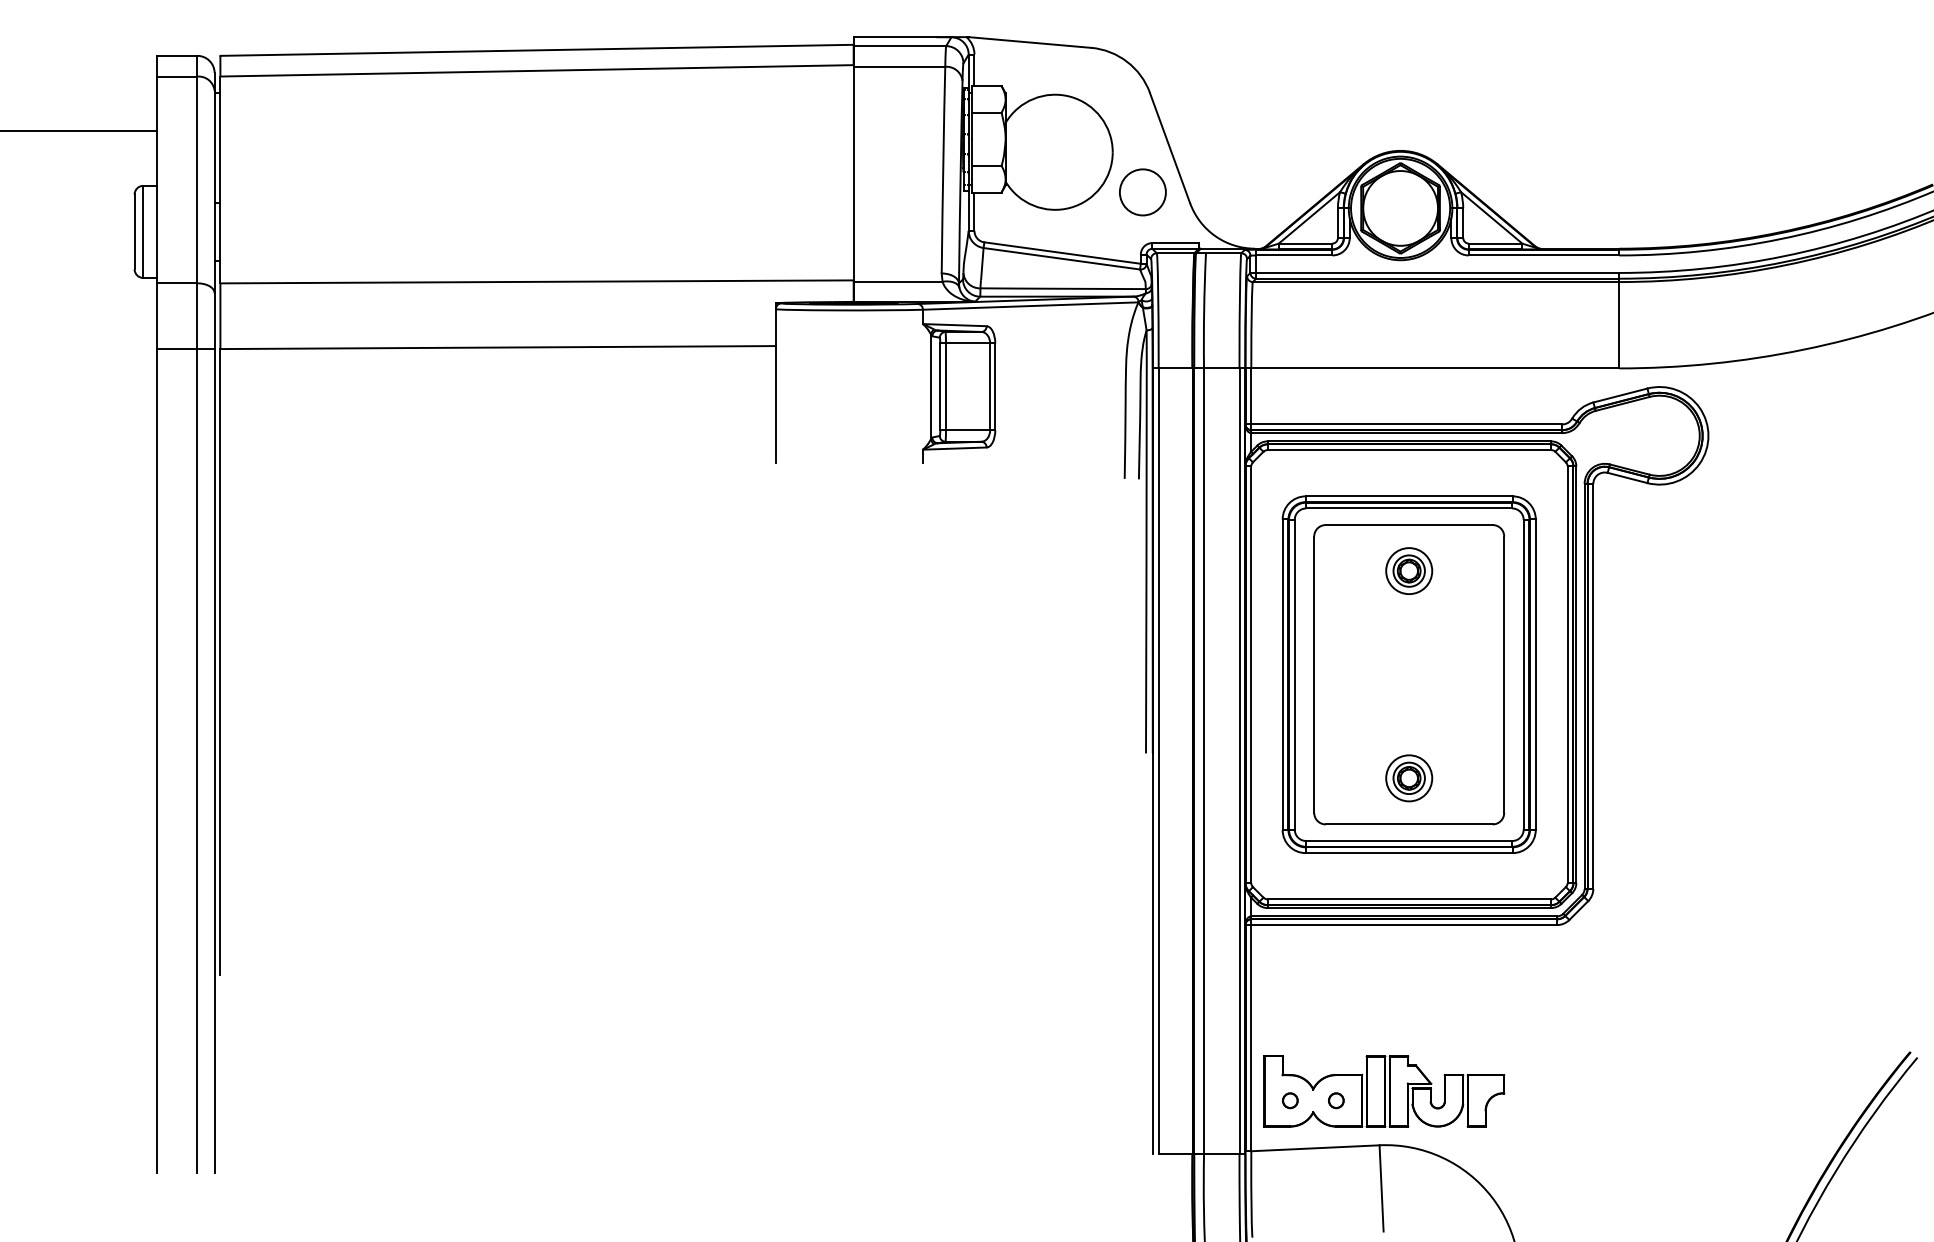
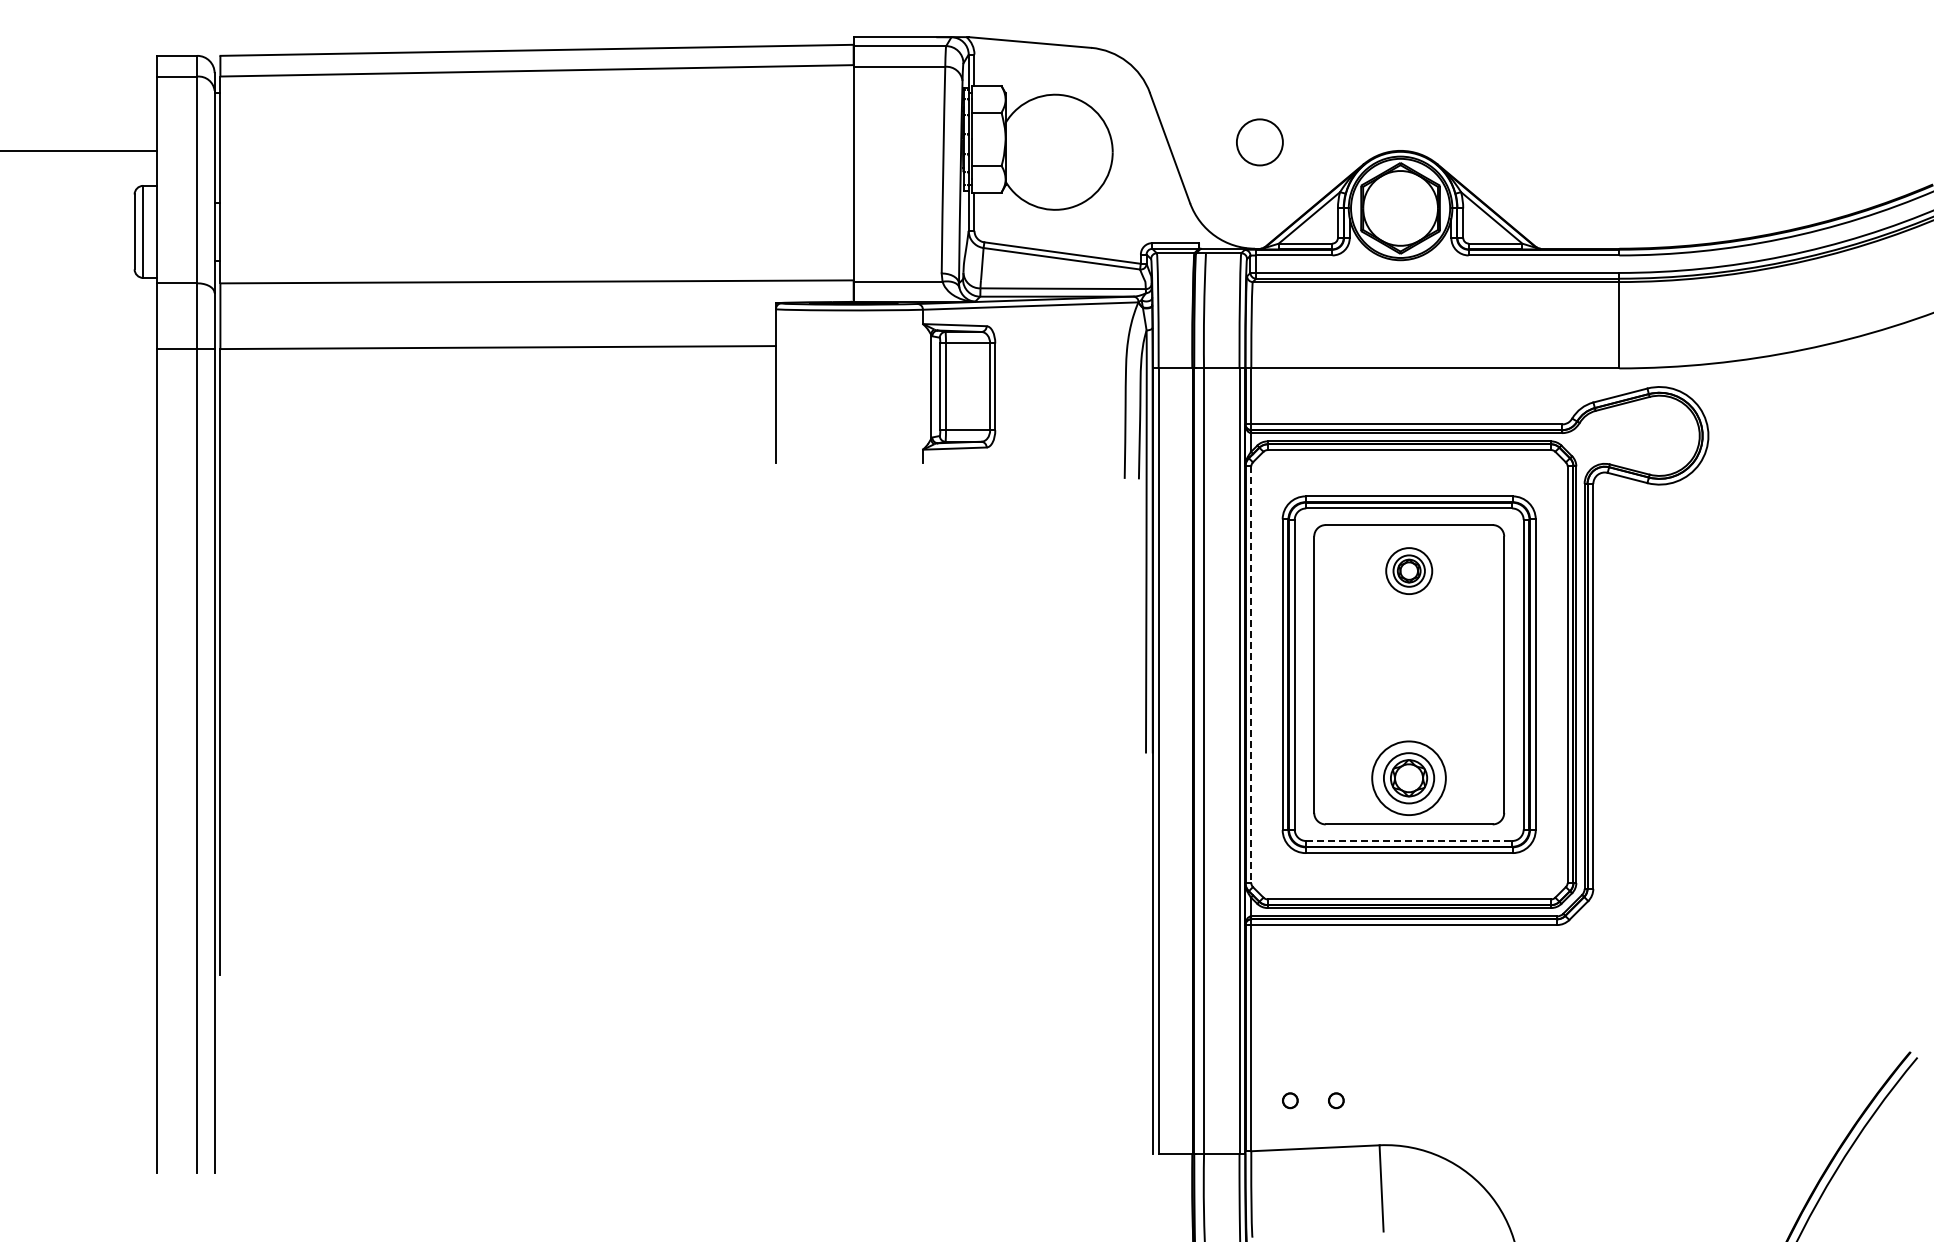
line at (79, 130) position: (79, 130) -> (79, 150)
circle at (1142, 192) position: (1142, 192) -> (1259, 142)
line at (1251, 675): solid -> dashed
part at (1409, 778) size: 49x49 px -> 76x76 px
line at (1409, 841): solid -> dashed
part at (1384, 1091): present -> none
